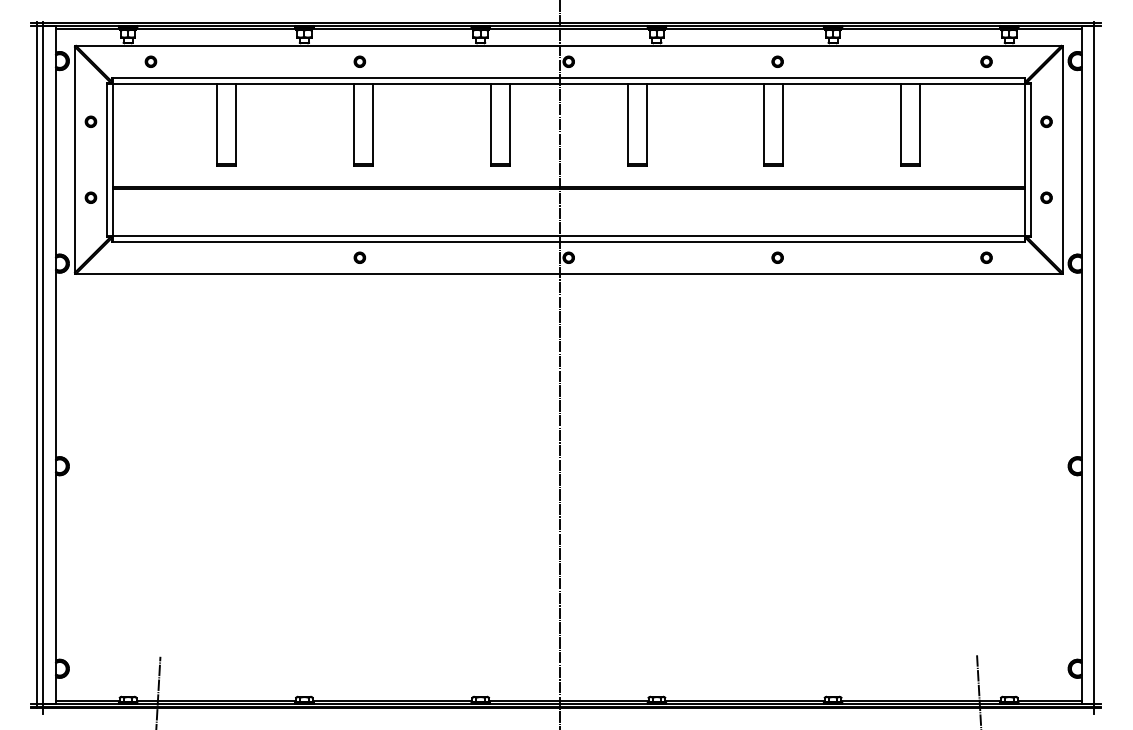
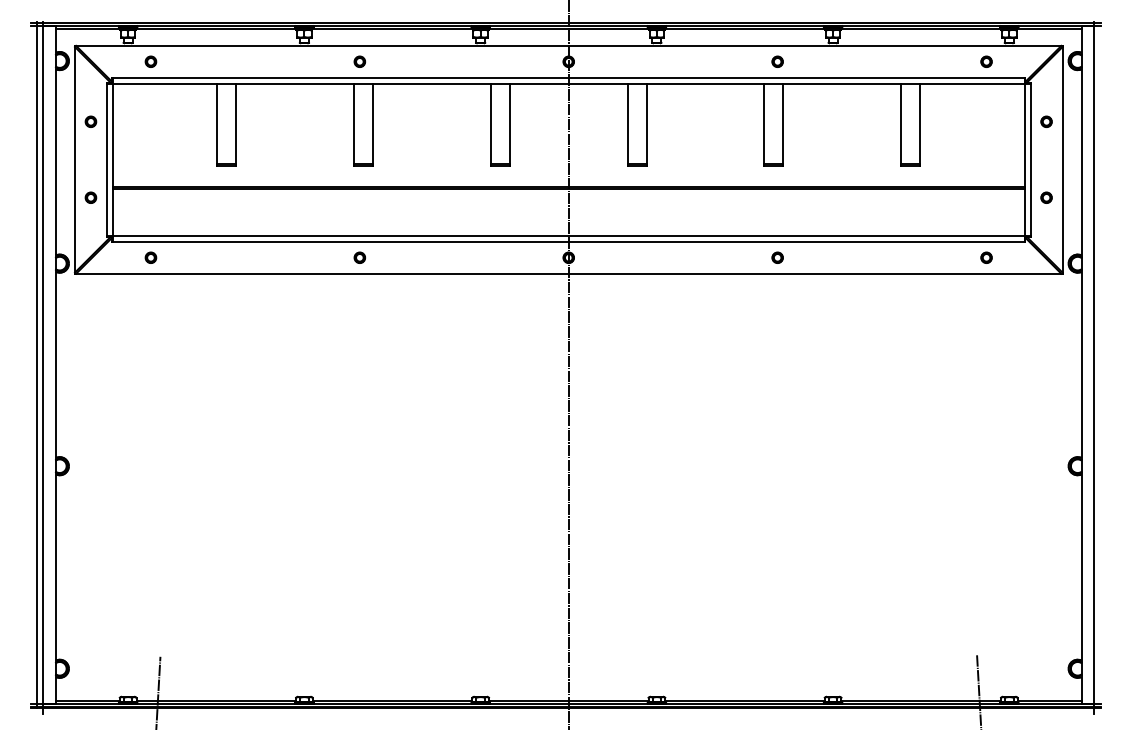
part at (150, 257): none -> present
line at (559, 364) position: (559, 364) -> (568, 364)
